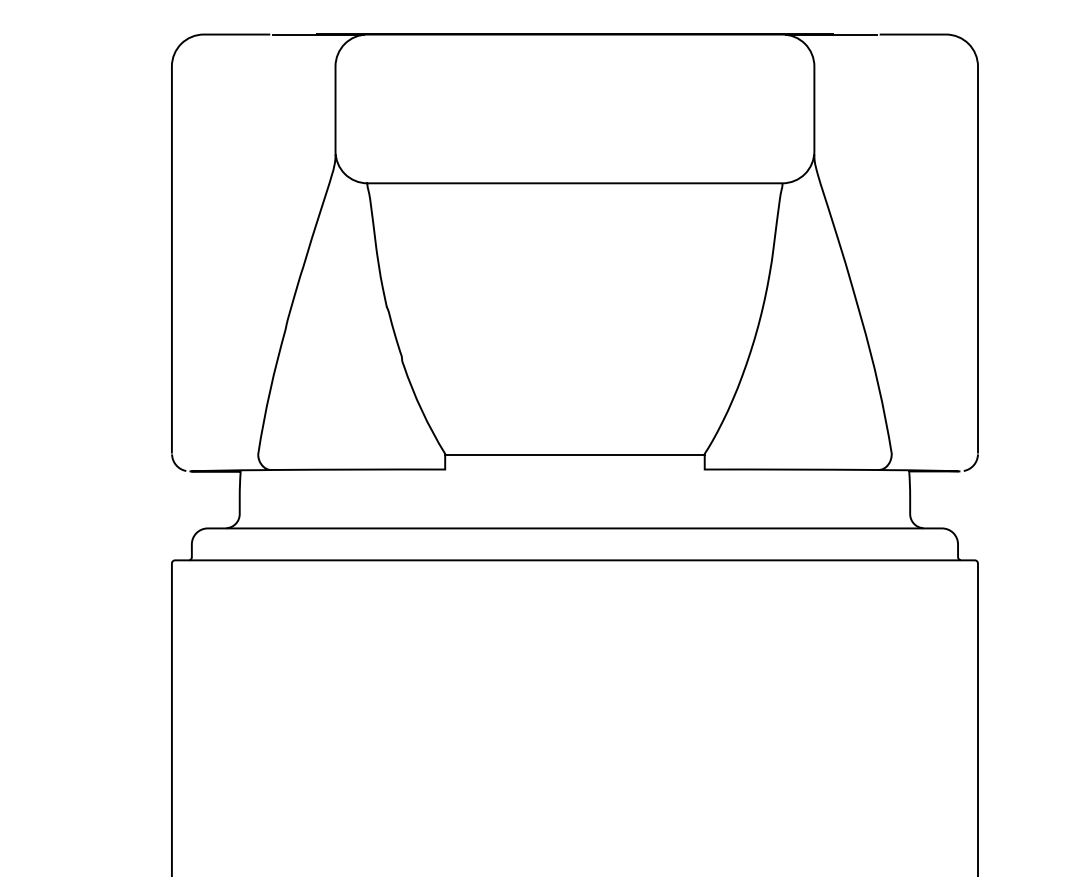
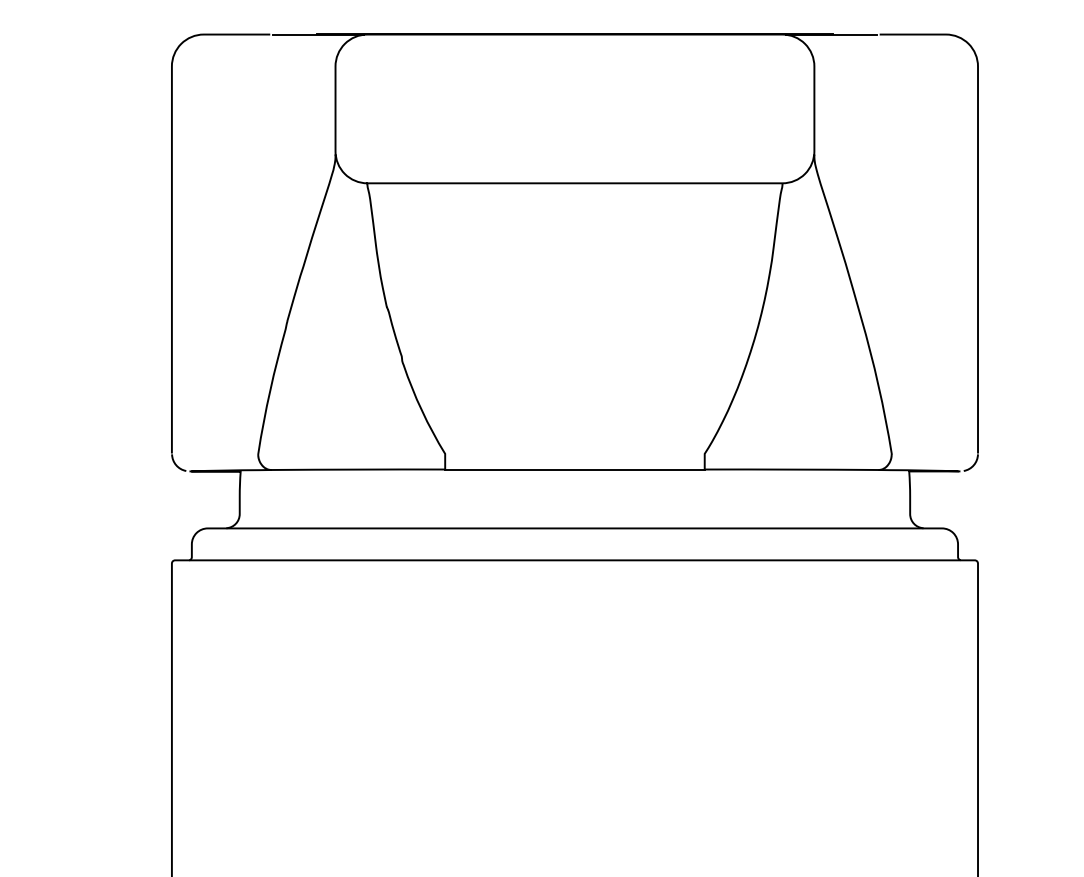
line at (574, 454) position: (574, 454) -> (574, 469)
